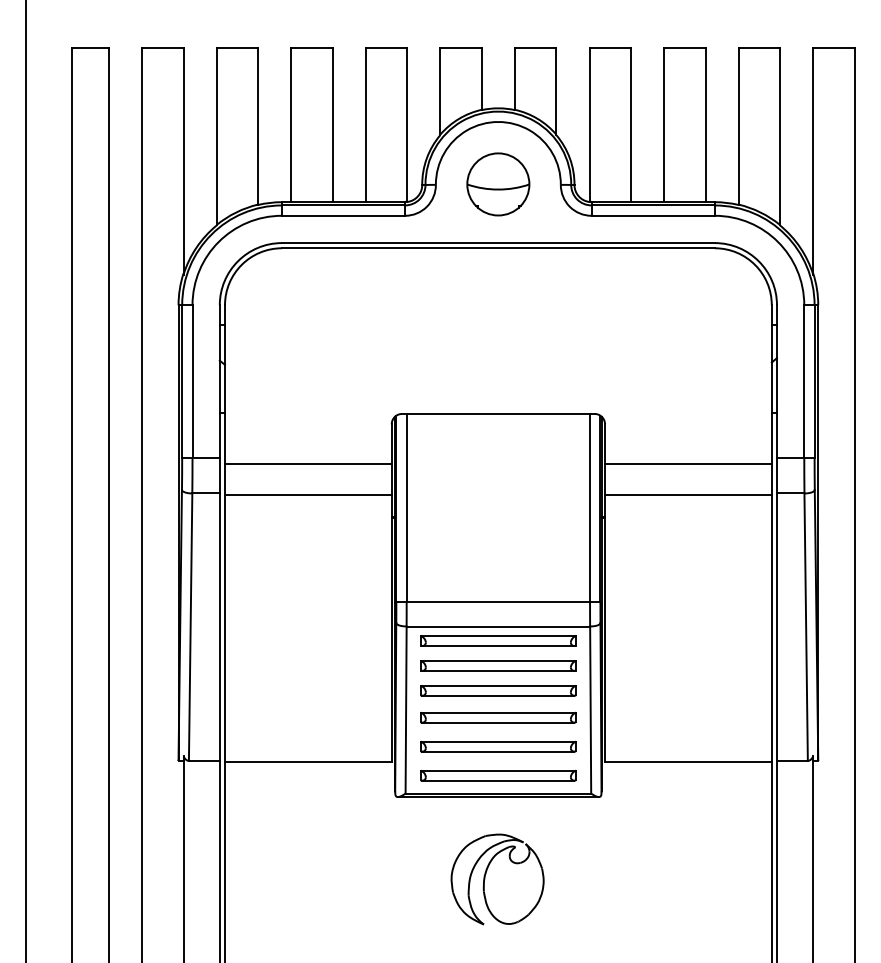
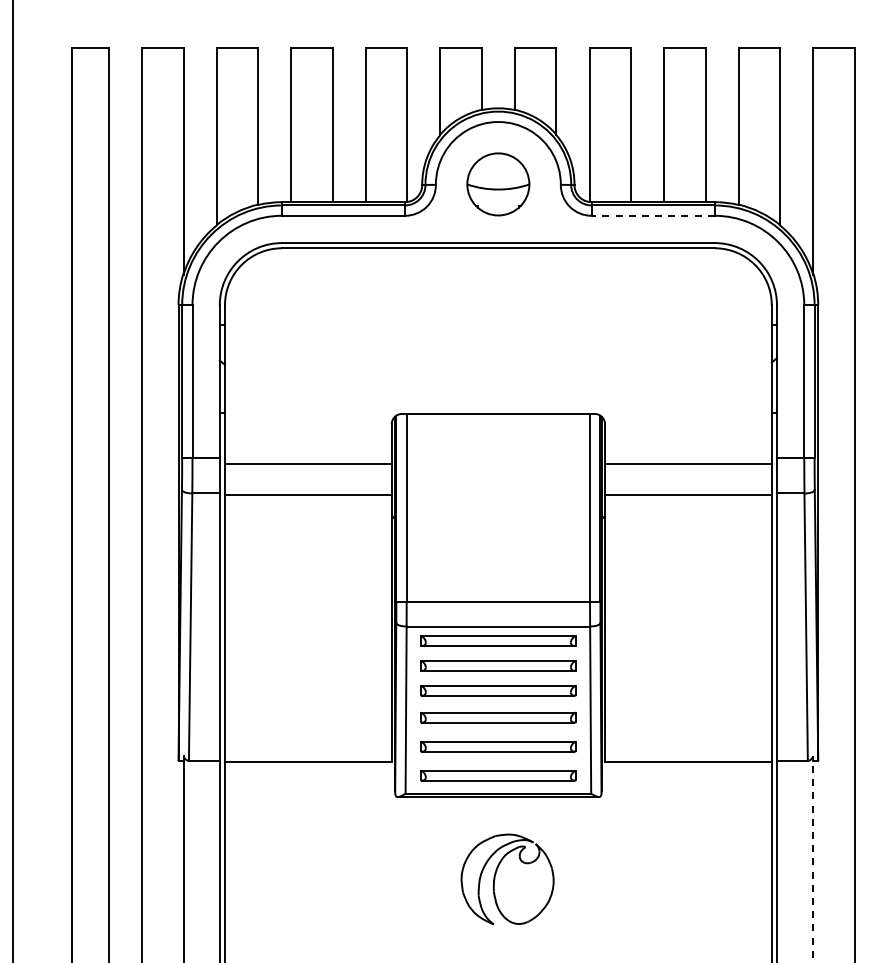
line at (653, 215): solid -> dashed
line at (26, 480) position: (26, 480) -> (13, 480)
line at (813, 859): solid -> dashed
part at (497, 879) position: (497, 879) -> (507, 879)
